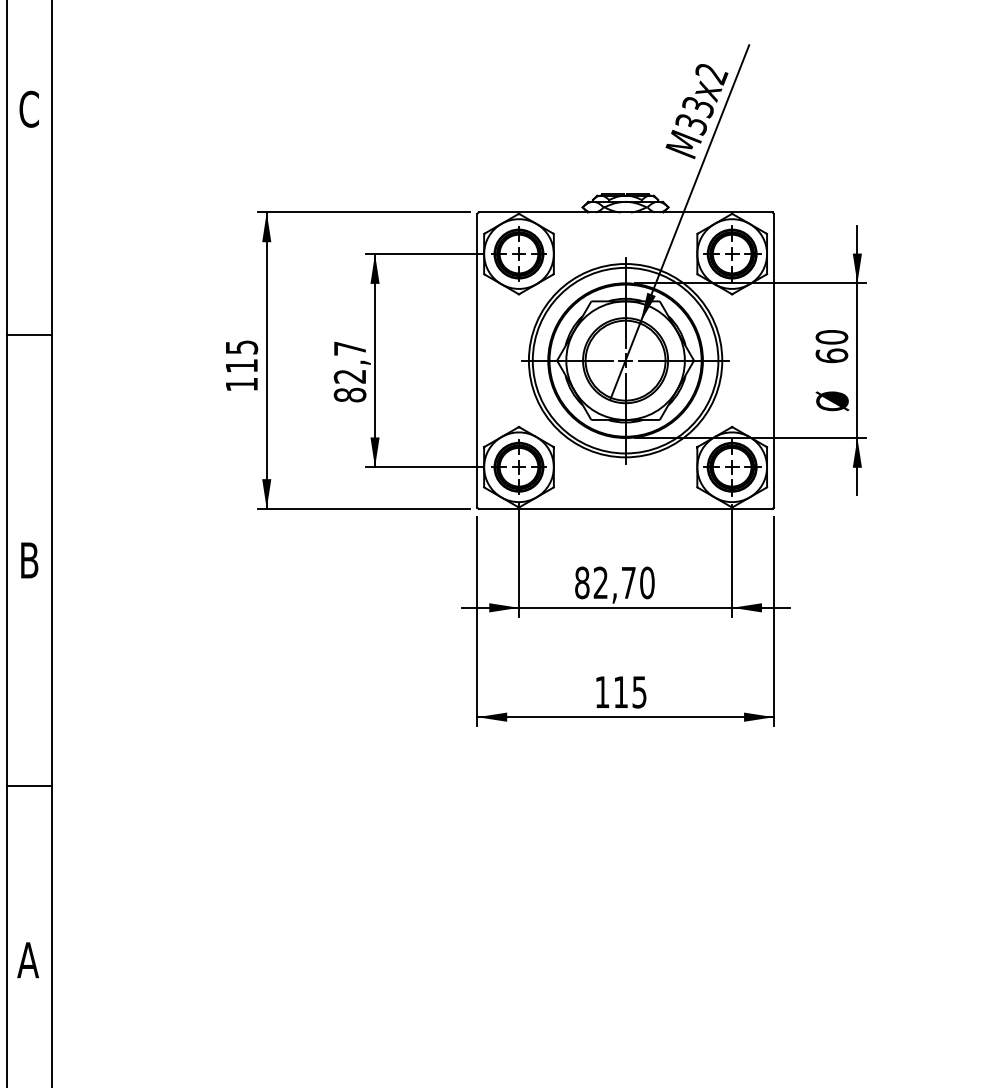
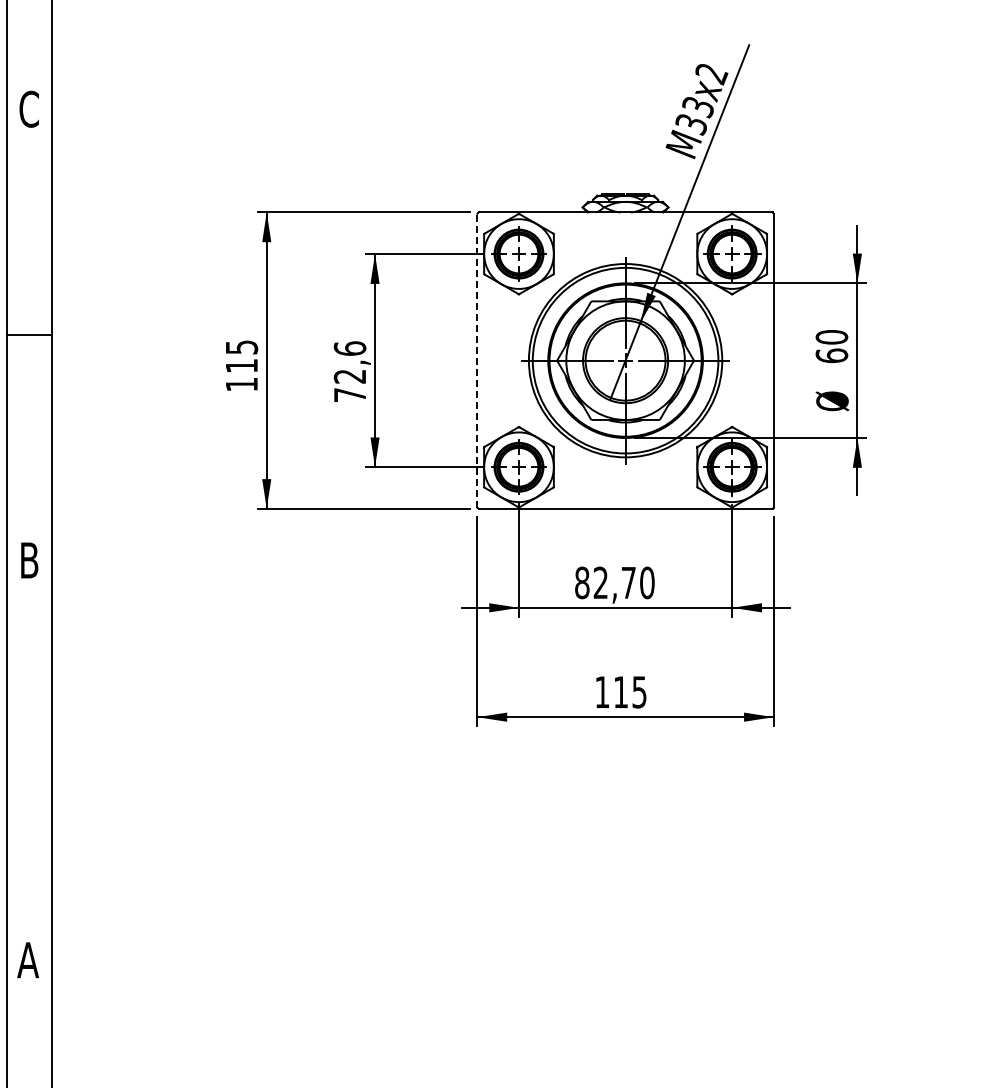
line at (477, 360): solid -> dashed
text at (349, 371): 82,7 -> 72,6
line at (29, 785): present -> none
